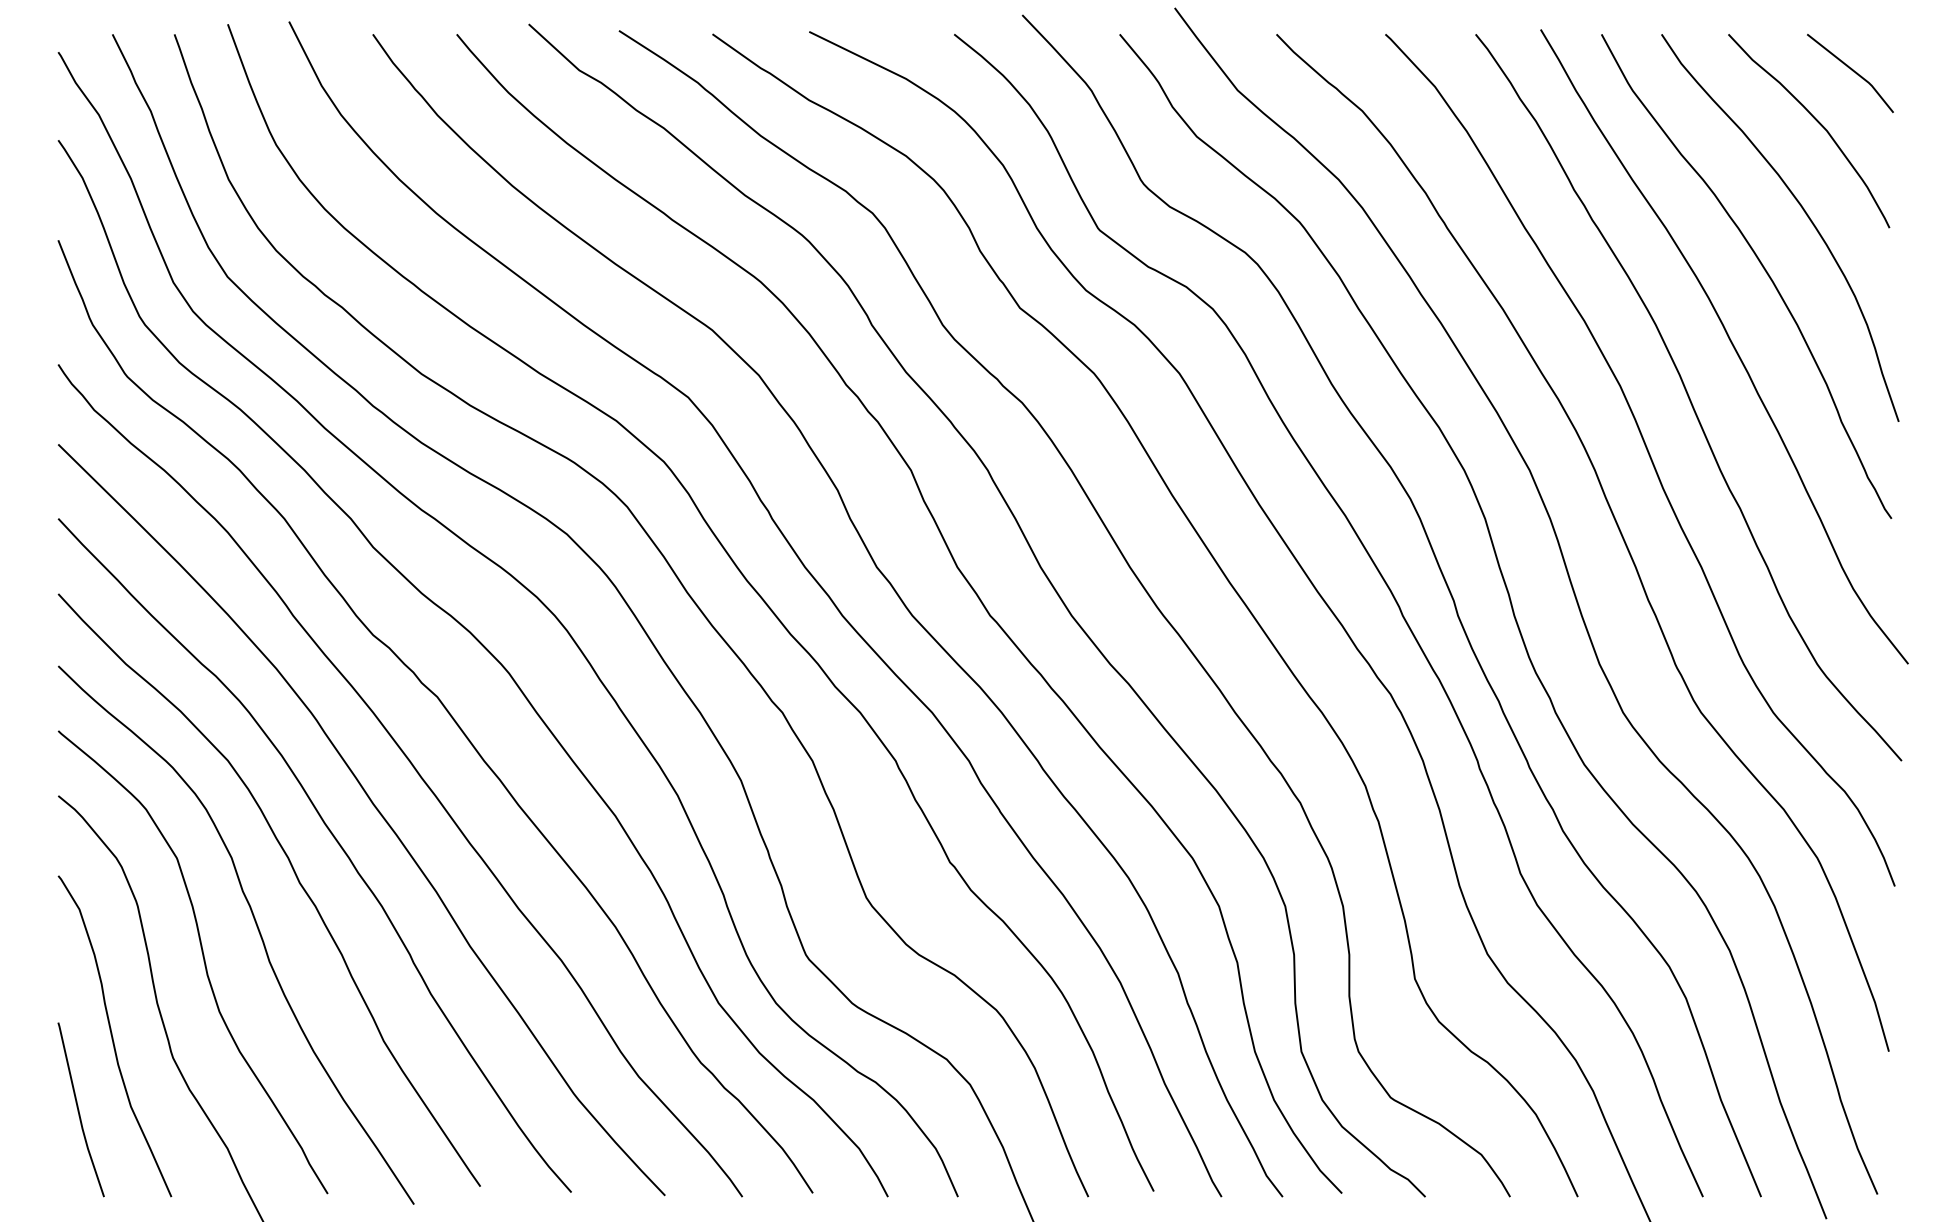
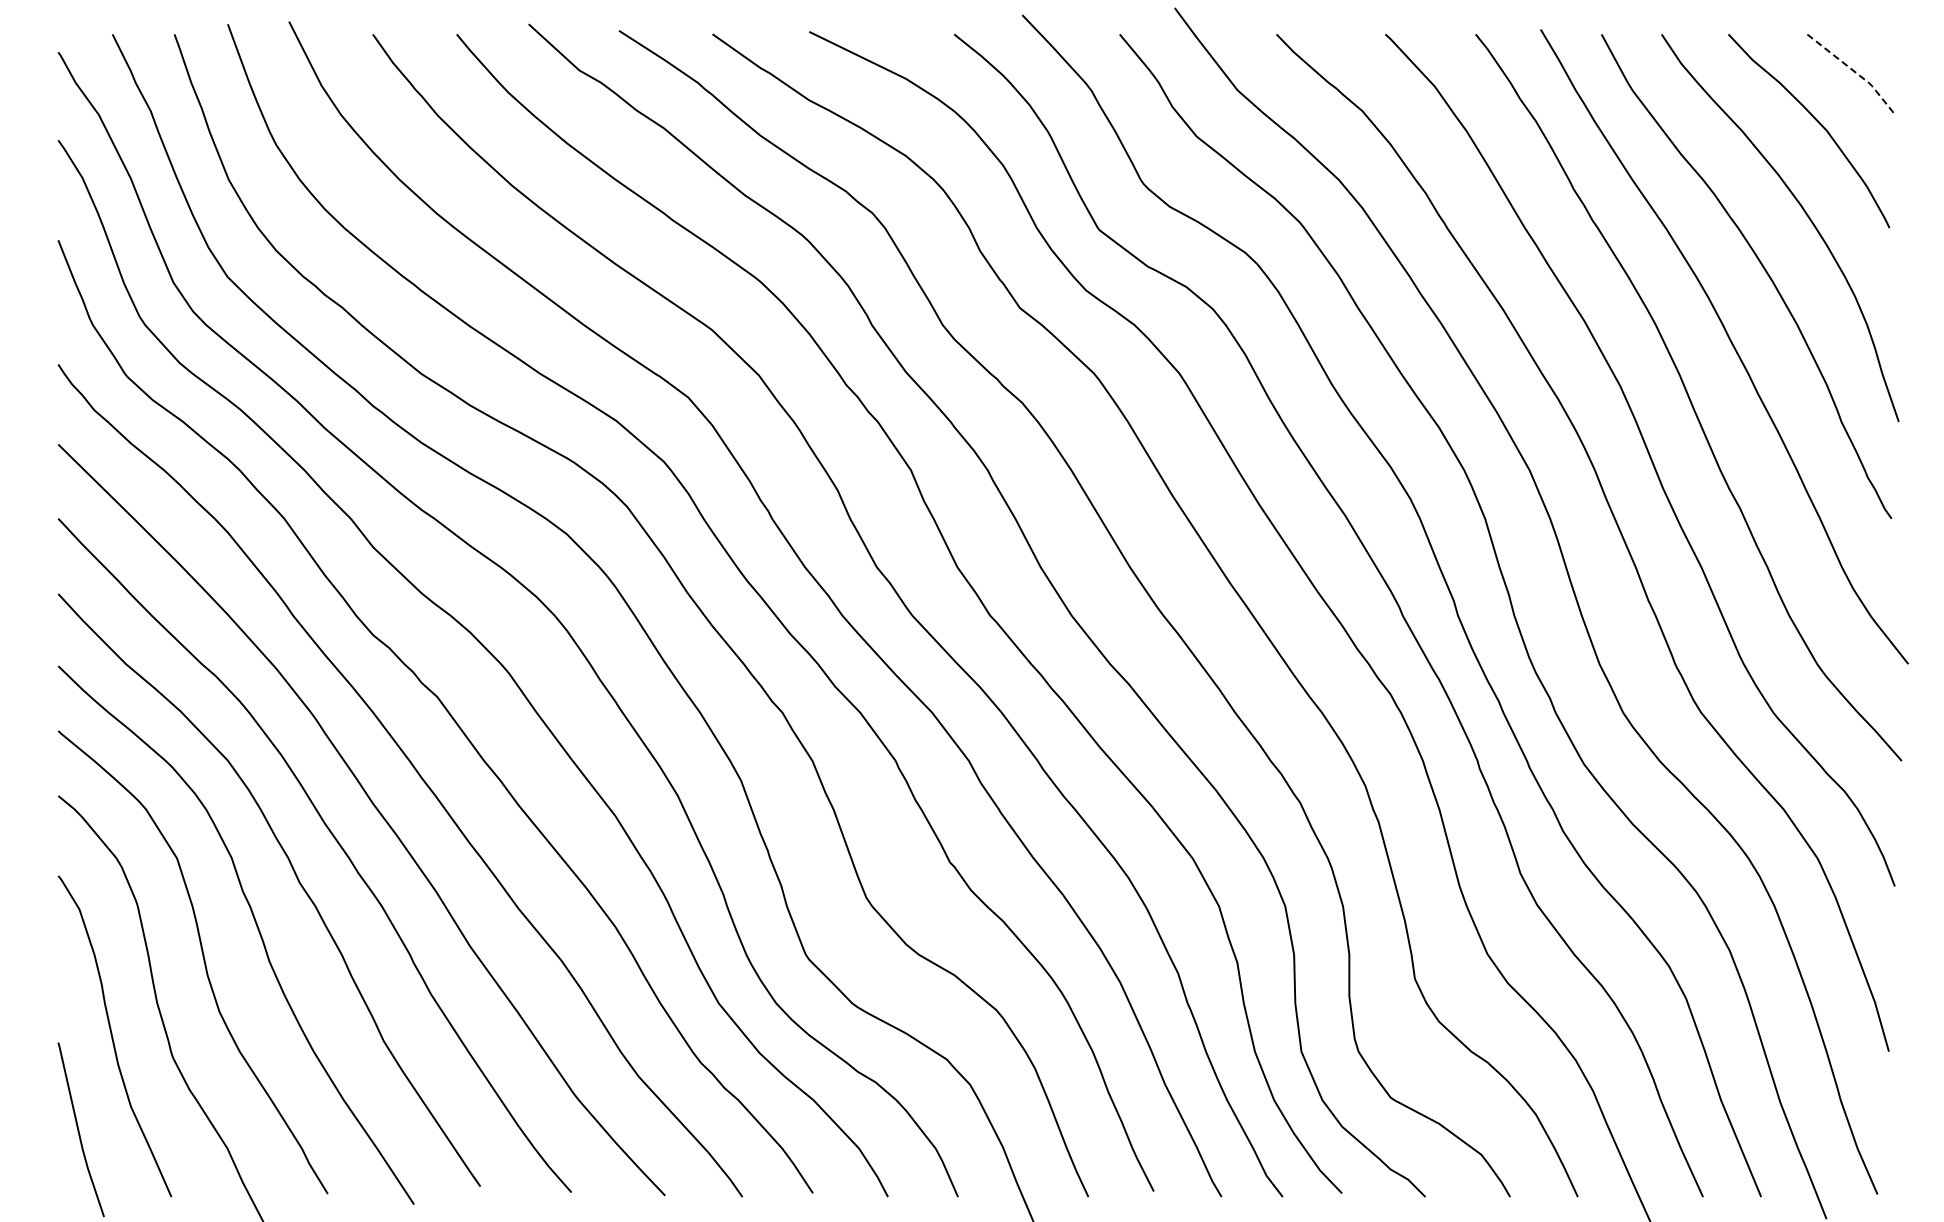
line at (1853, 71): solid -> dashed
line at (79, 1109) position: (79, 1109) -> (79, 1129)
